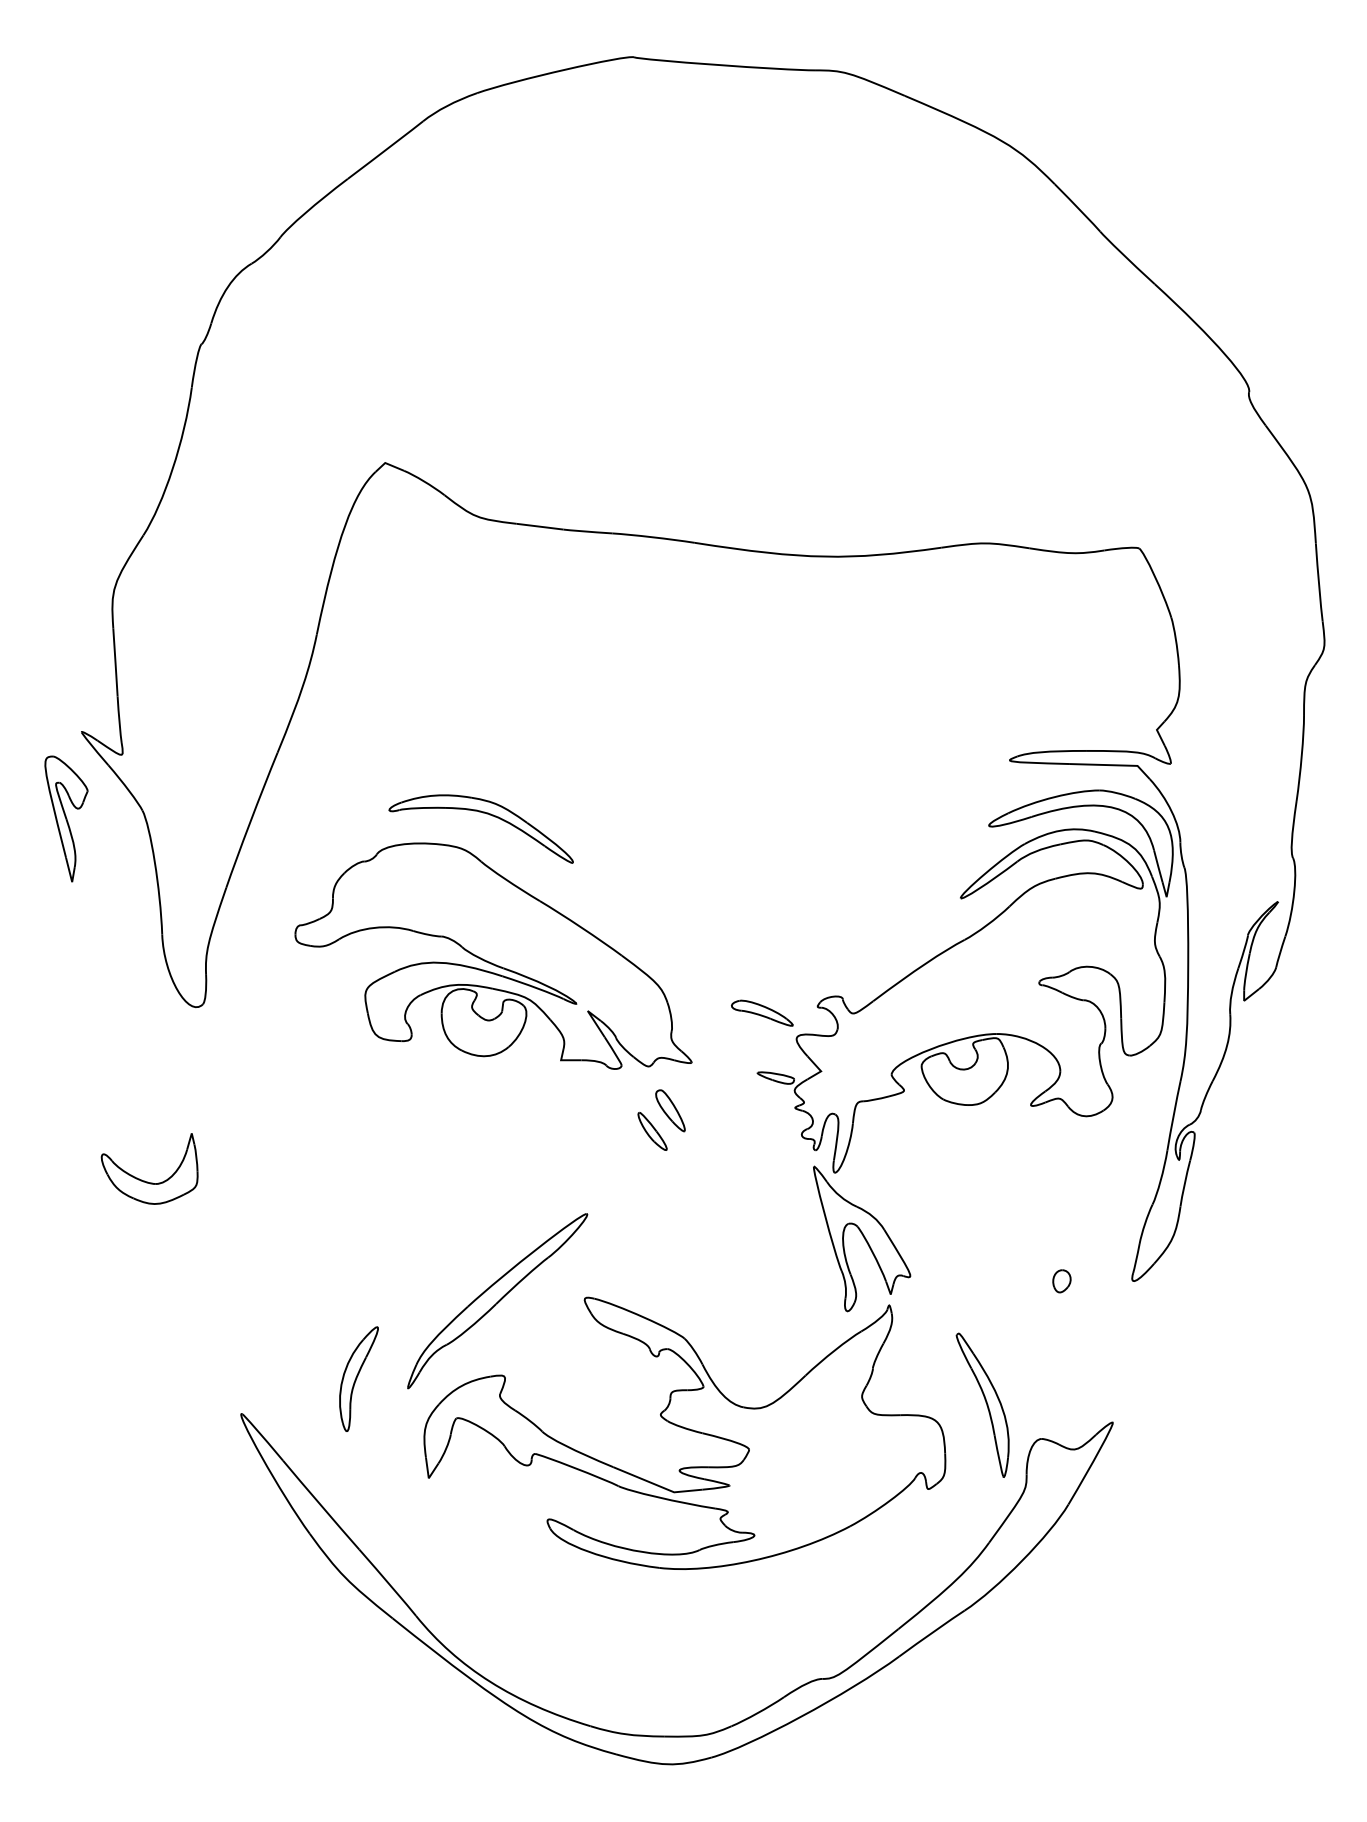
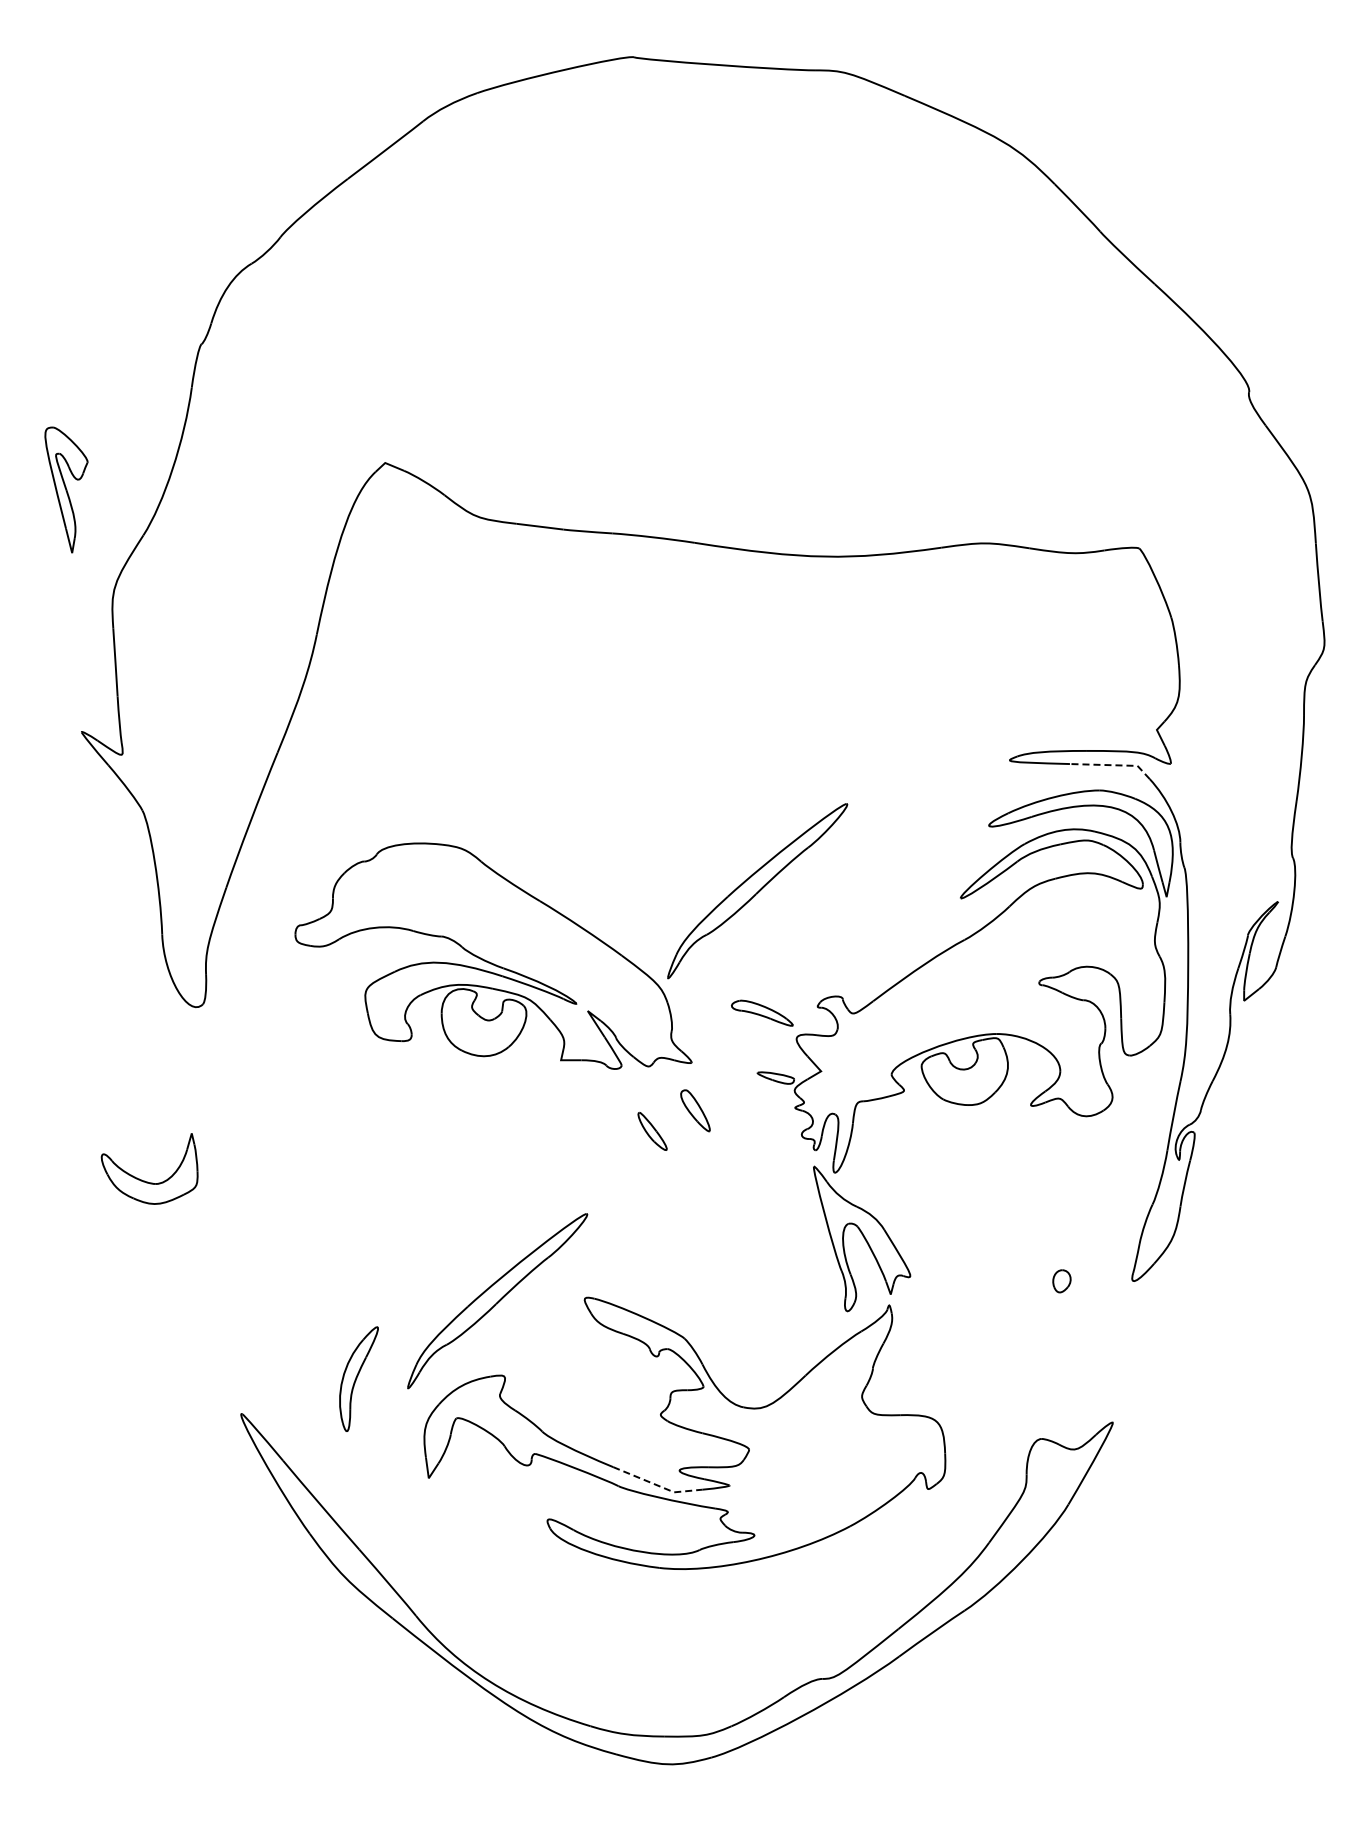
line at (1112, 765): solid -> dashed
part at (482, 813): present -> none
part at (66, 818) position: (66, 818) -> (66, 489)
part at (757, 891): none -> present
part at (670, 1110) position: (670, 1110) -> (695, 1110)
part at (982, 1404): present -> none
line at (657, 1485): solid -> dashed
